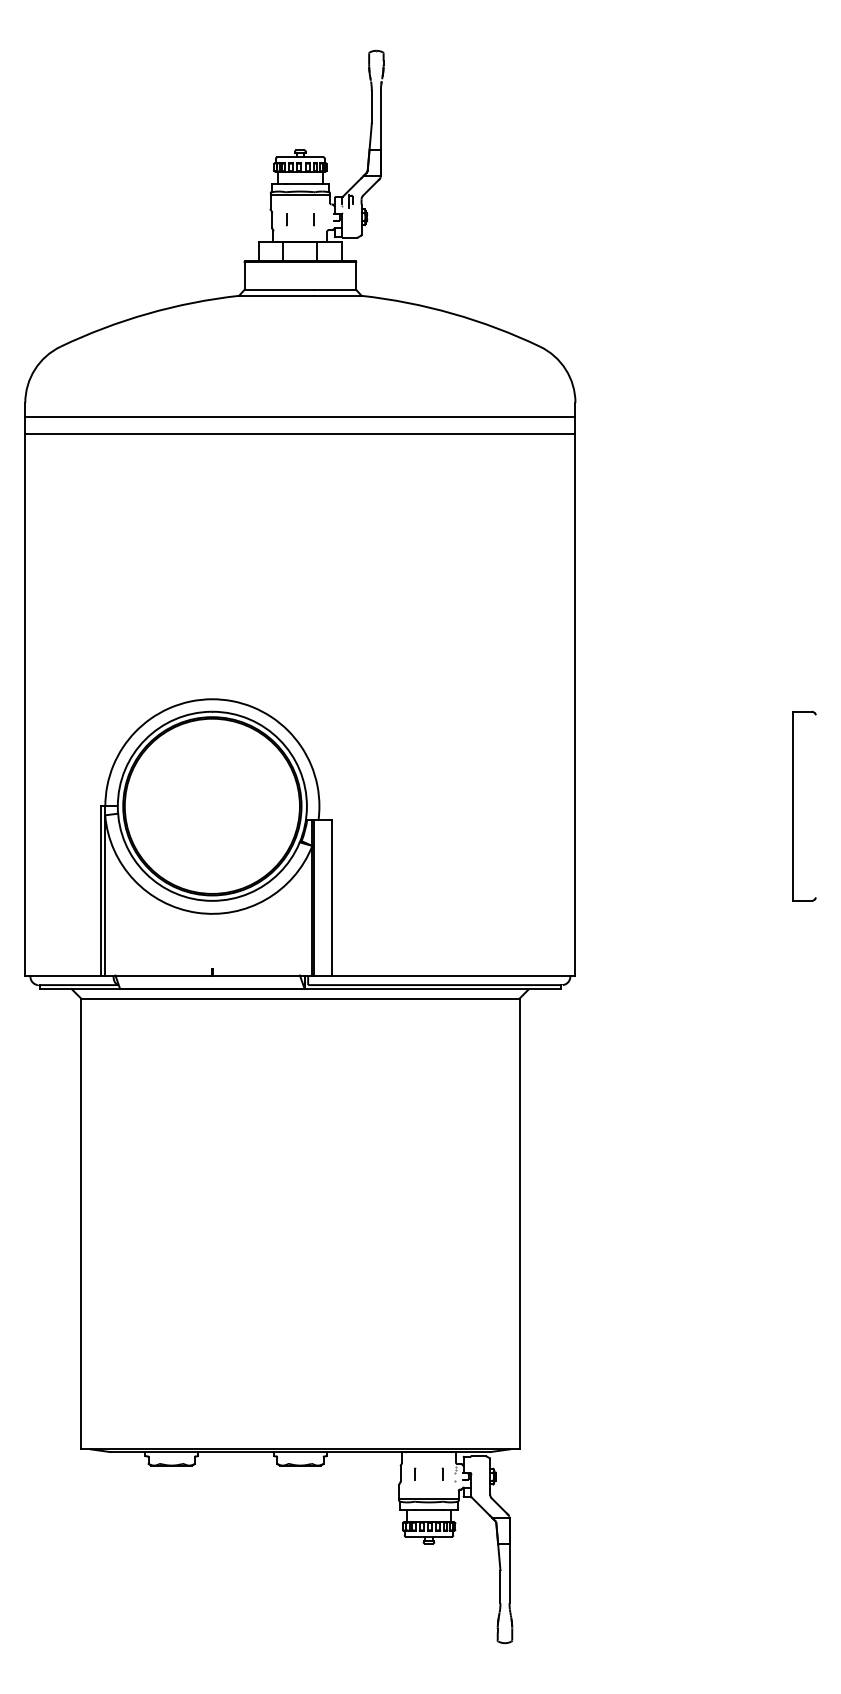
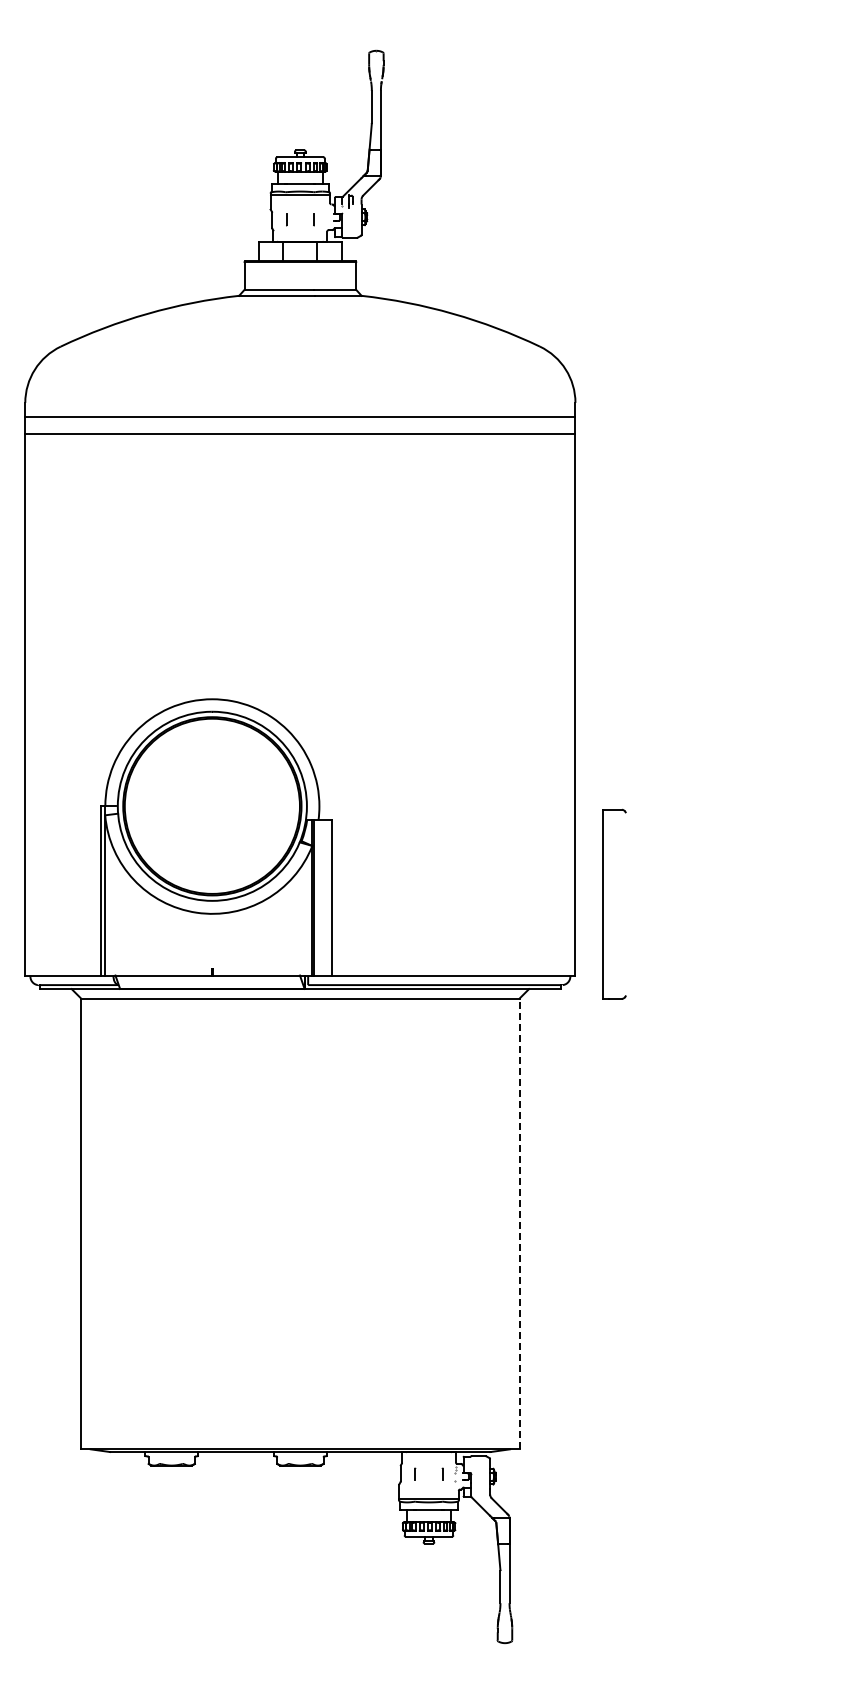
part at (793, 805) position: (793, 805) -> (603, 903)
line at (519, 1223): solid -> dashed
